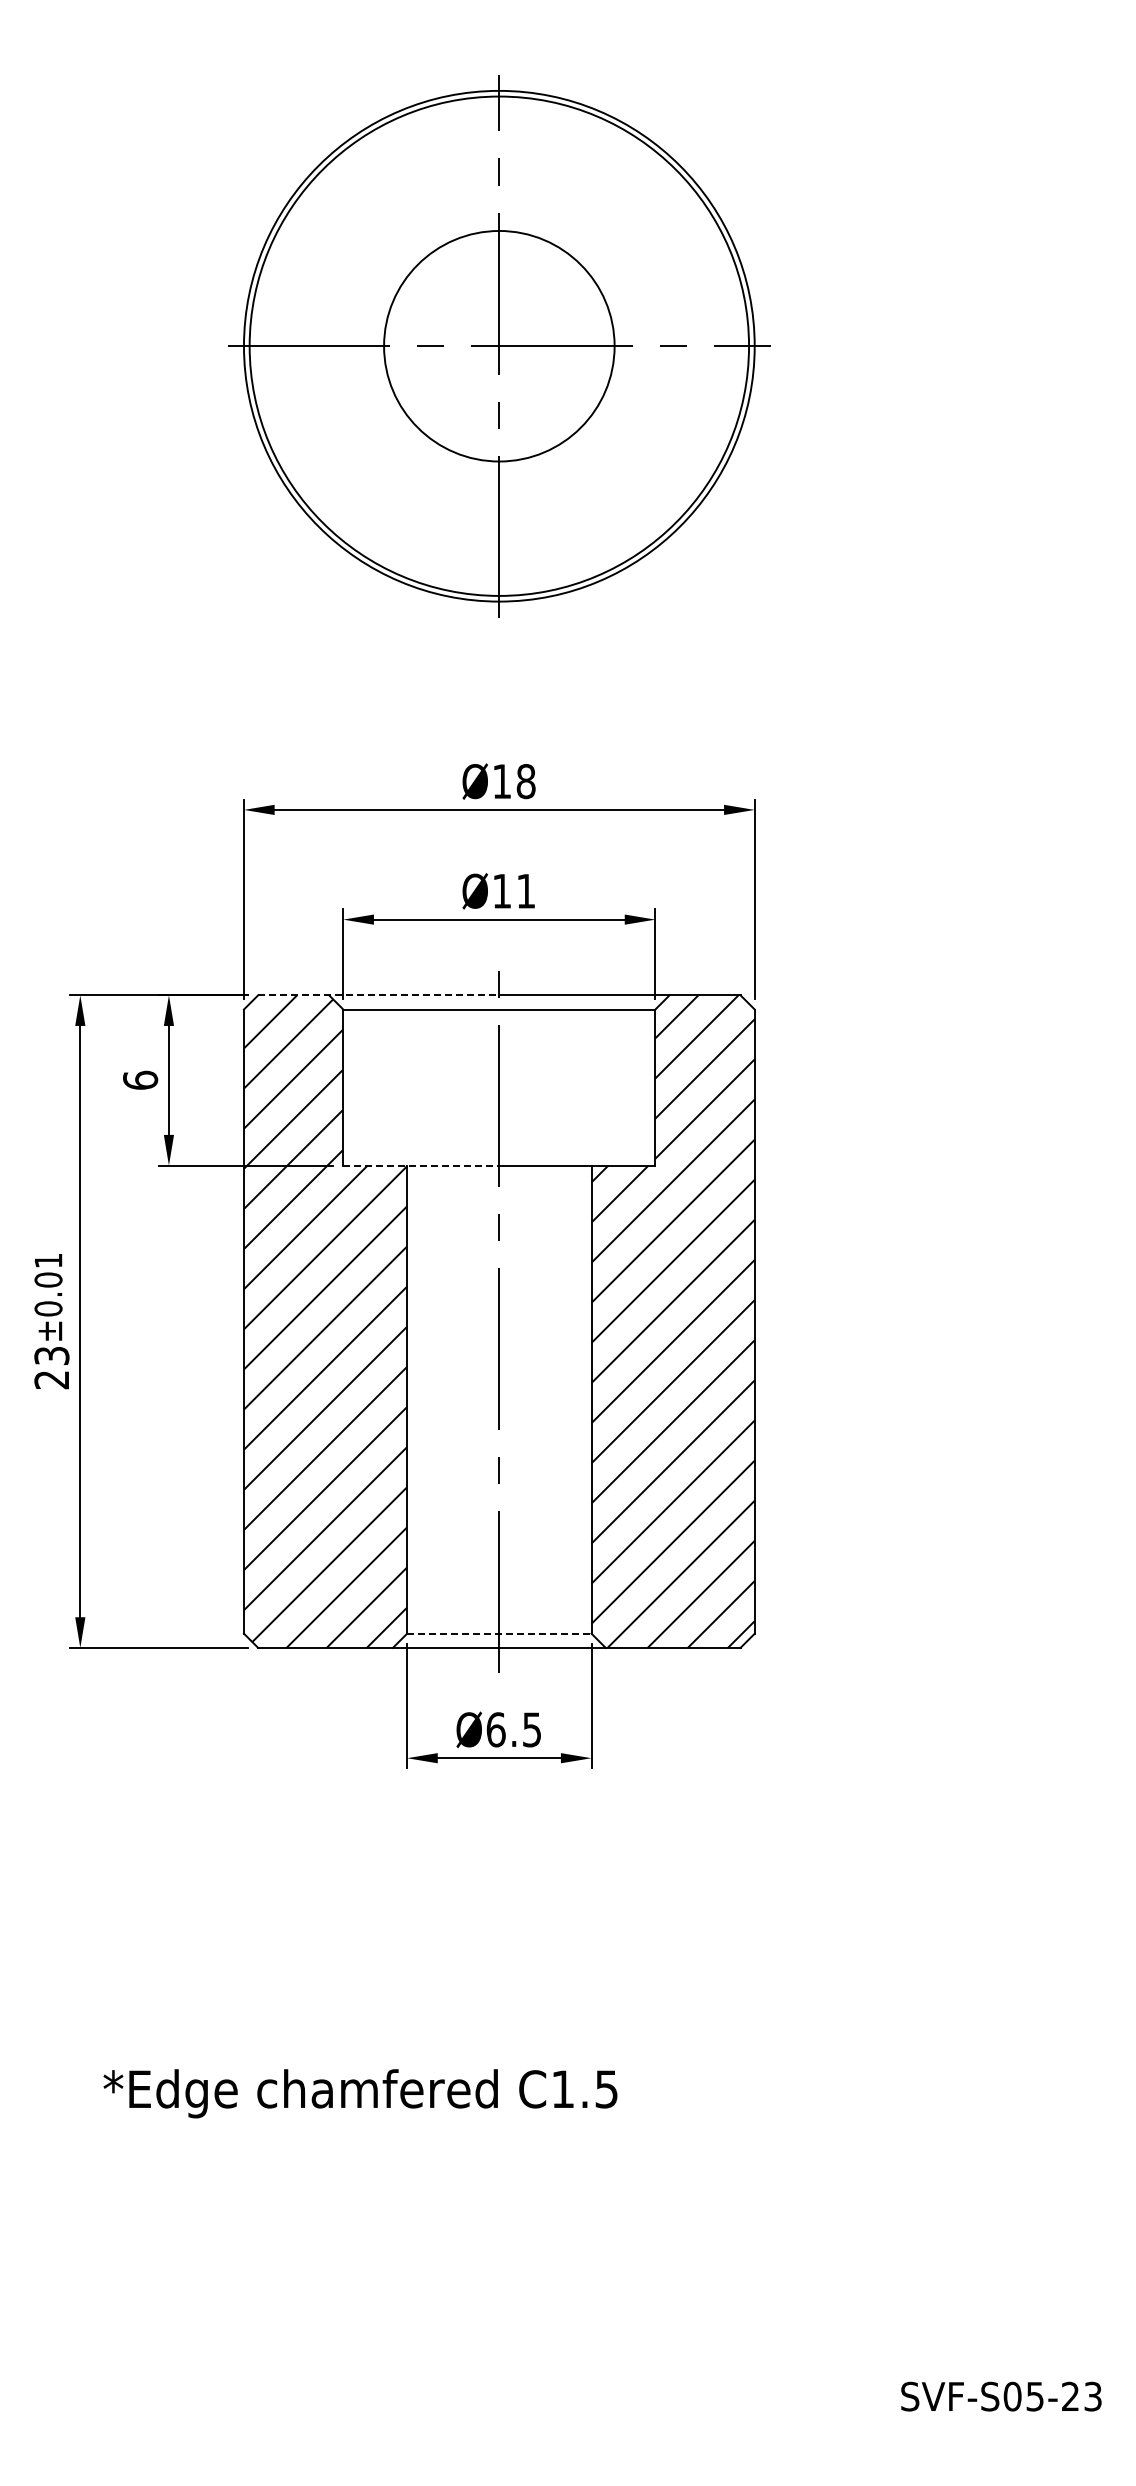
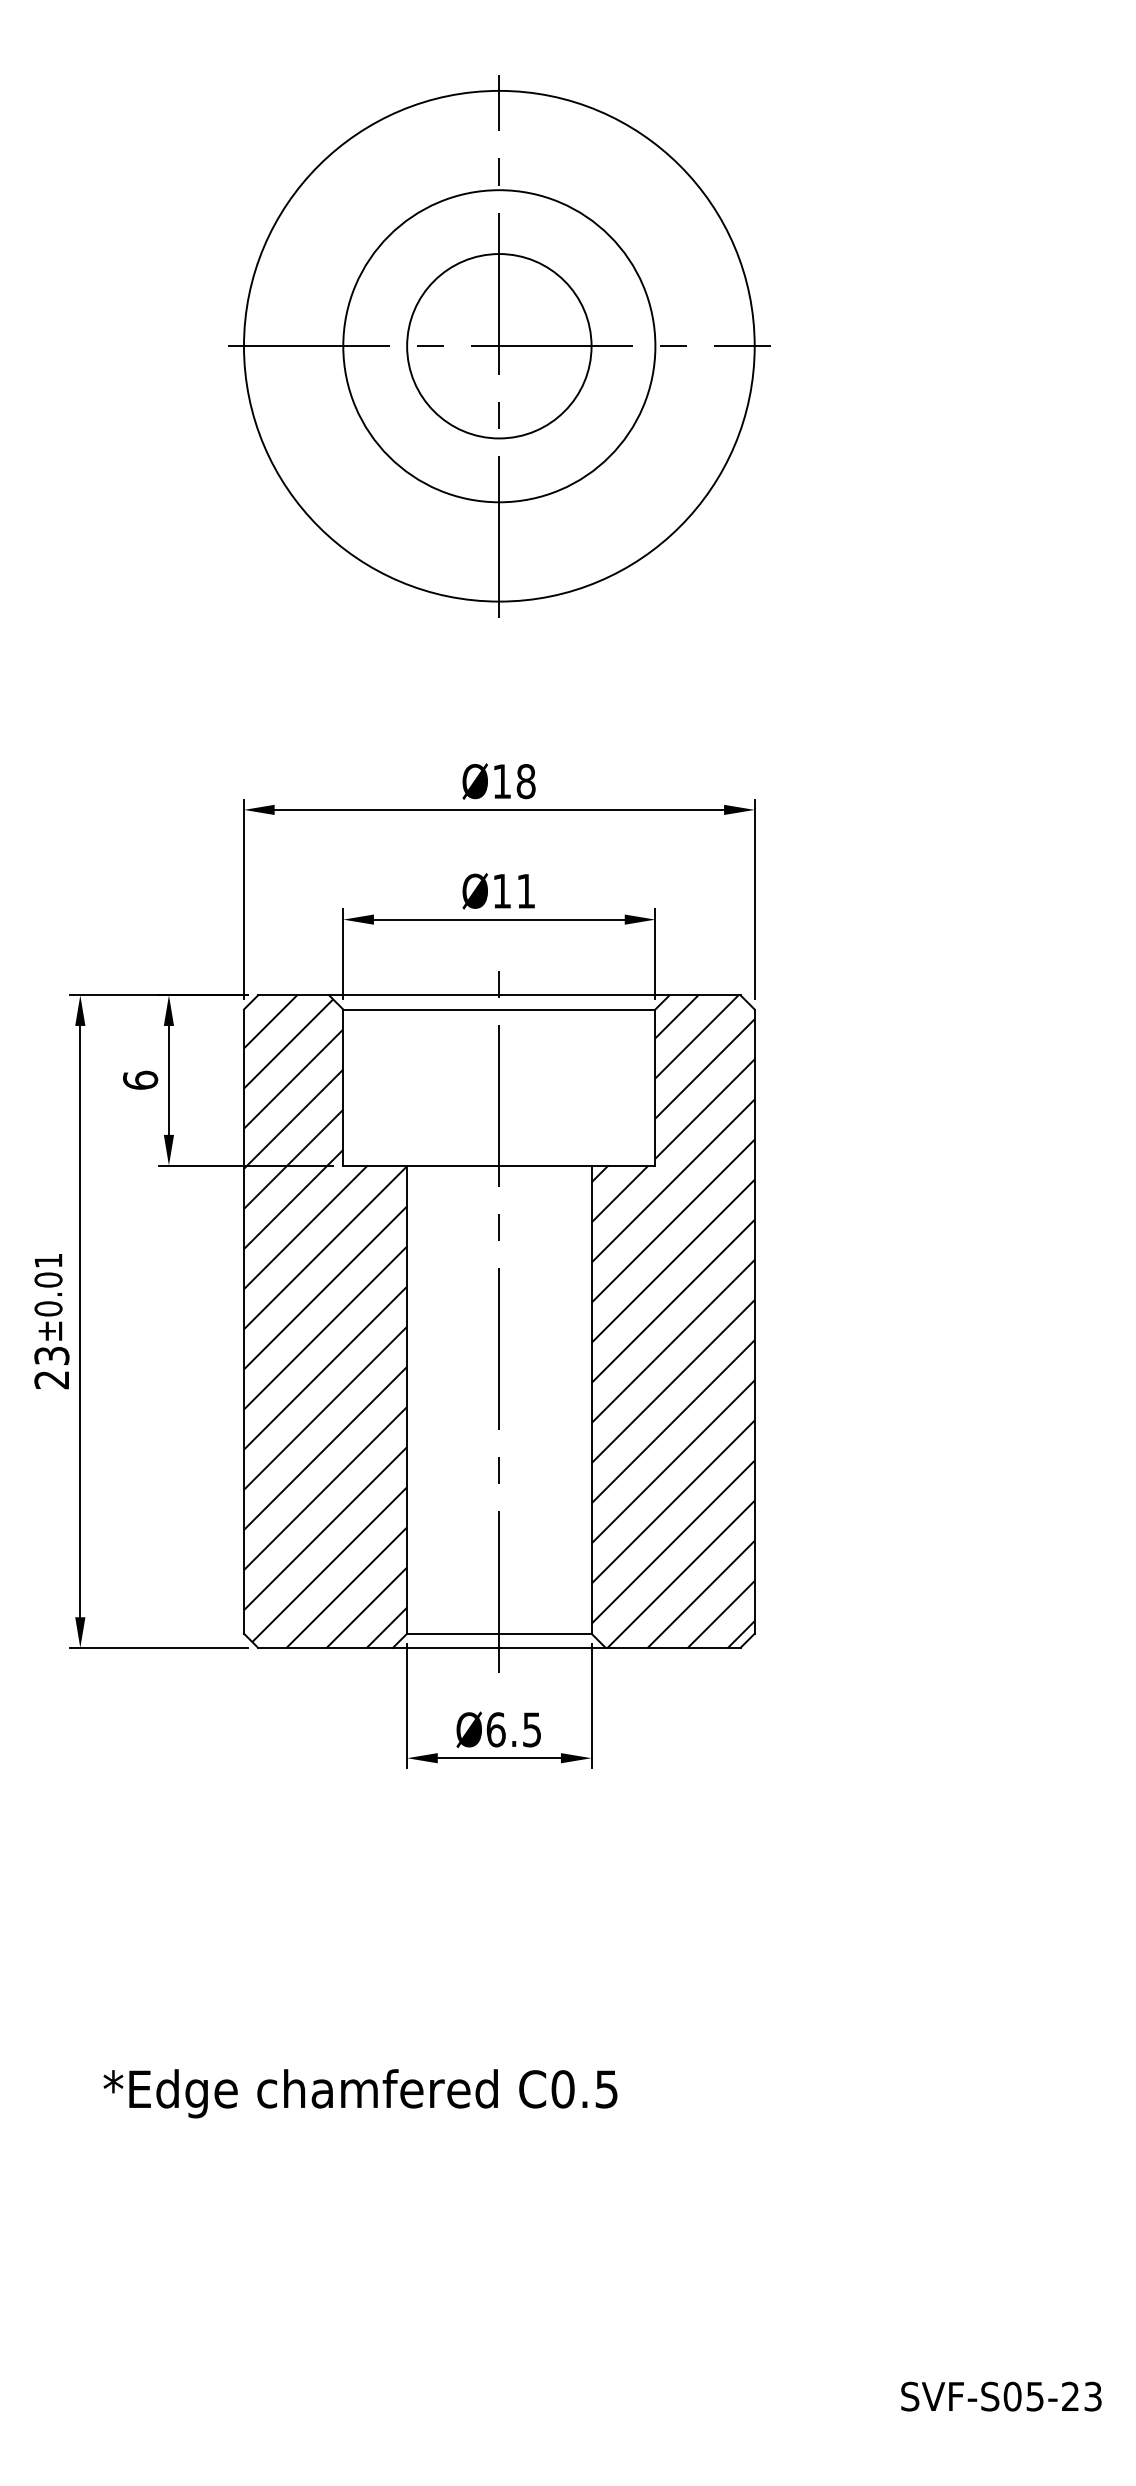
circle at (499, 345) diameter: 231 px -> 184 px
circle at (499, 345) diameter: 499 px -> 312 px
line at (379, 995): dashed -> solid
line at (421, 1165): dashed -> solid
line at (499, 1633): dashed -> solid
text at (562, 2089): C1.5 -> C0.5
